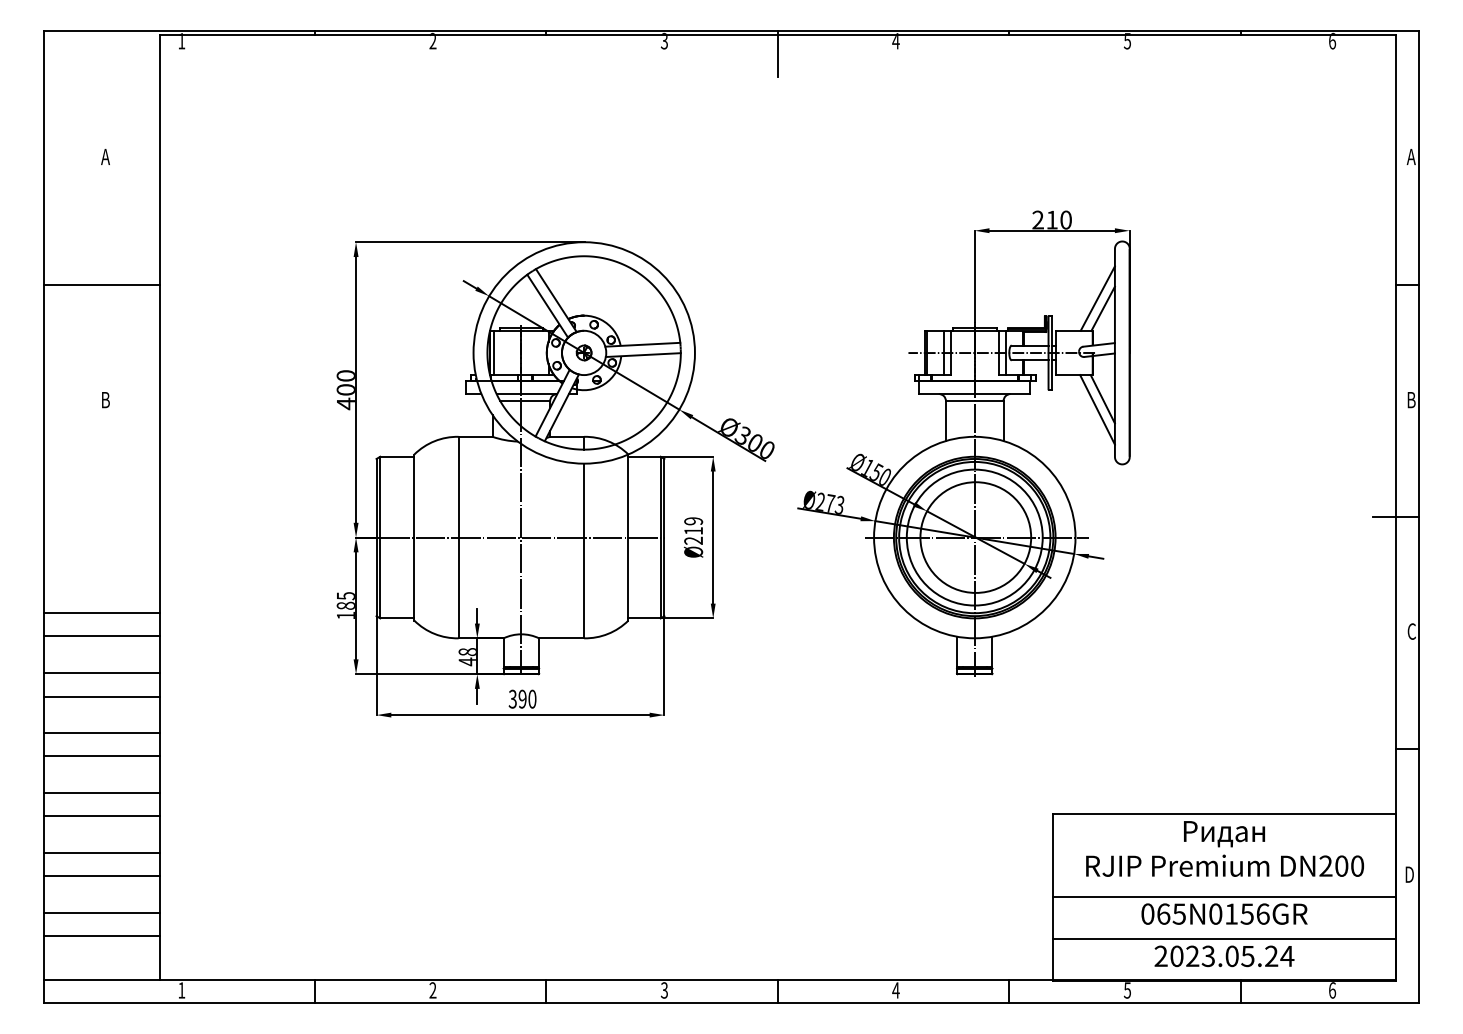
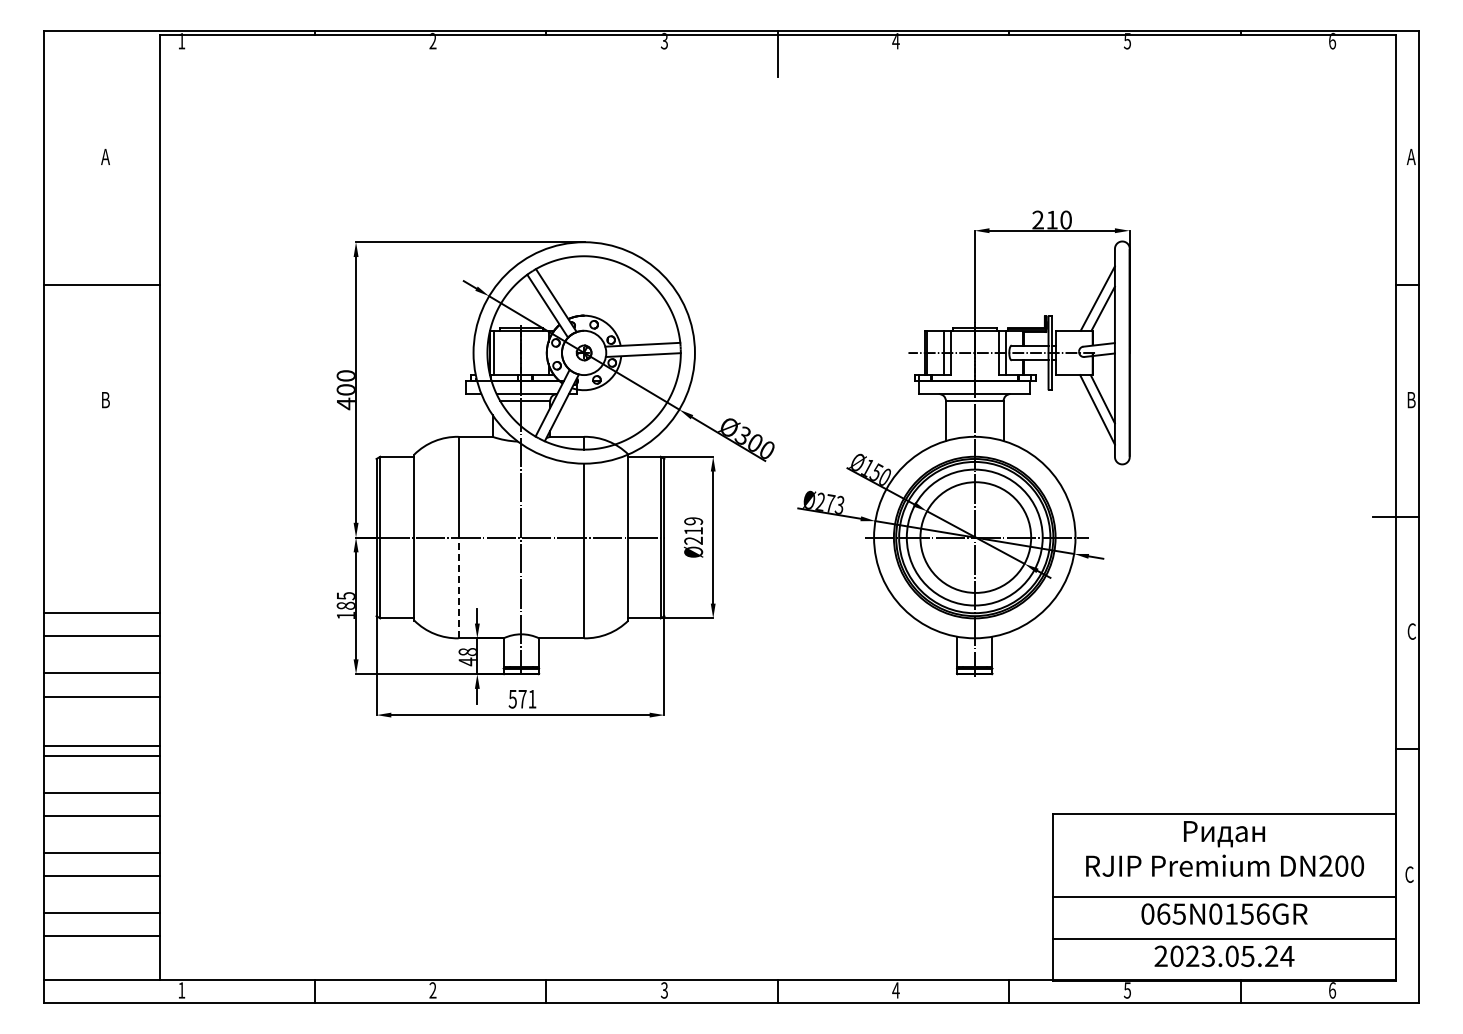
line at (458, 587): solid -> dashed
text at (522, 698): 390 -> 571
line at (101, 732) position: (101, 732) -> (101, 745)
text at (1409, 874): D -> C
